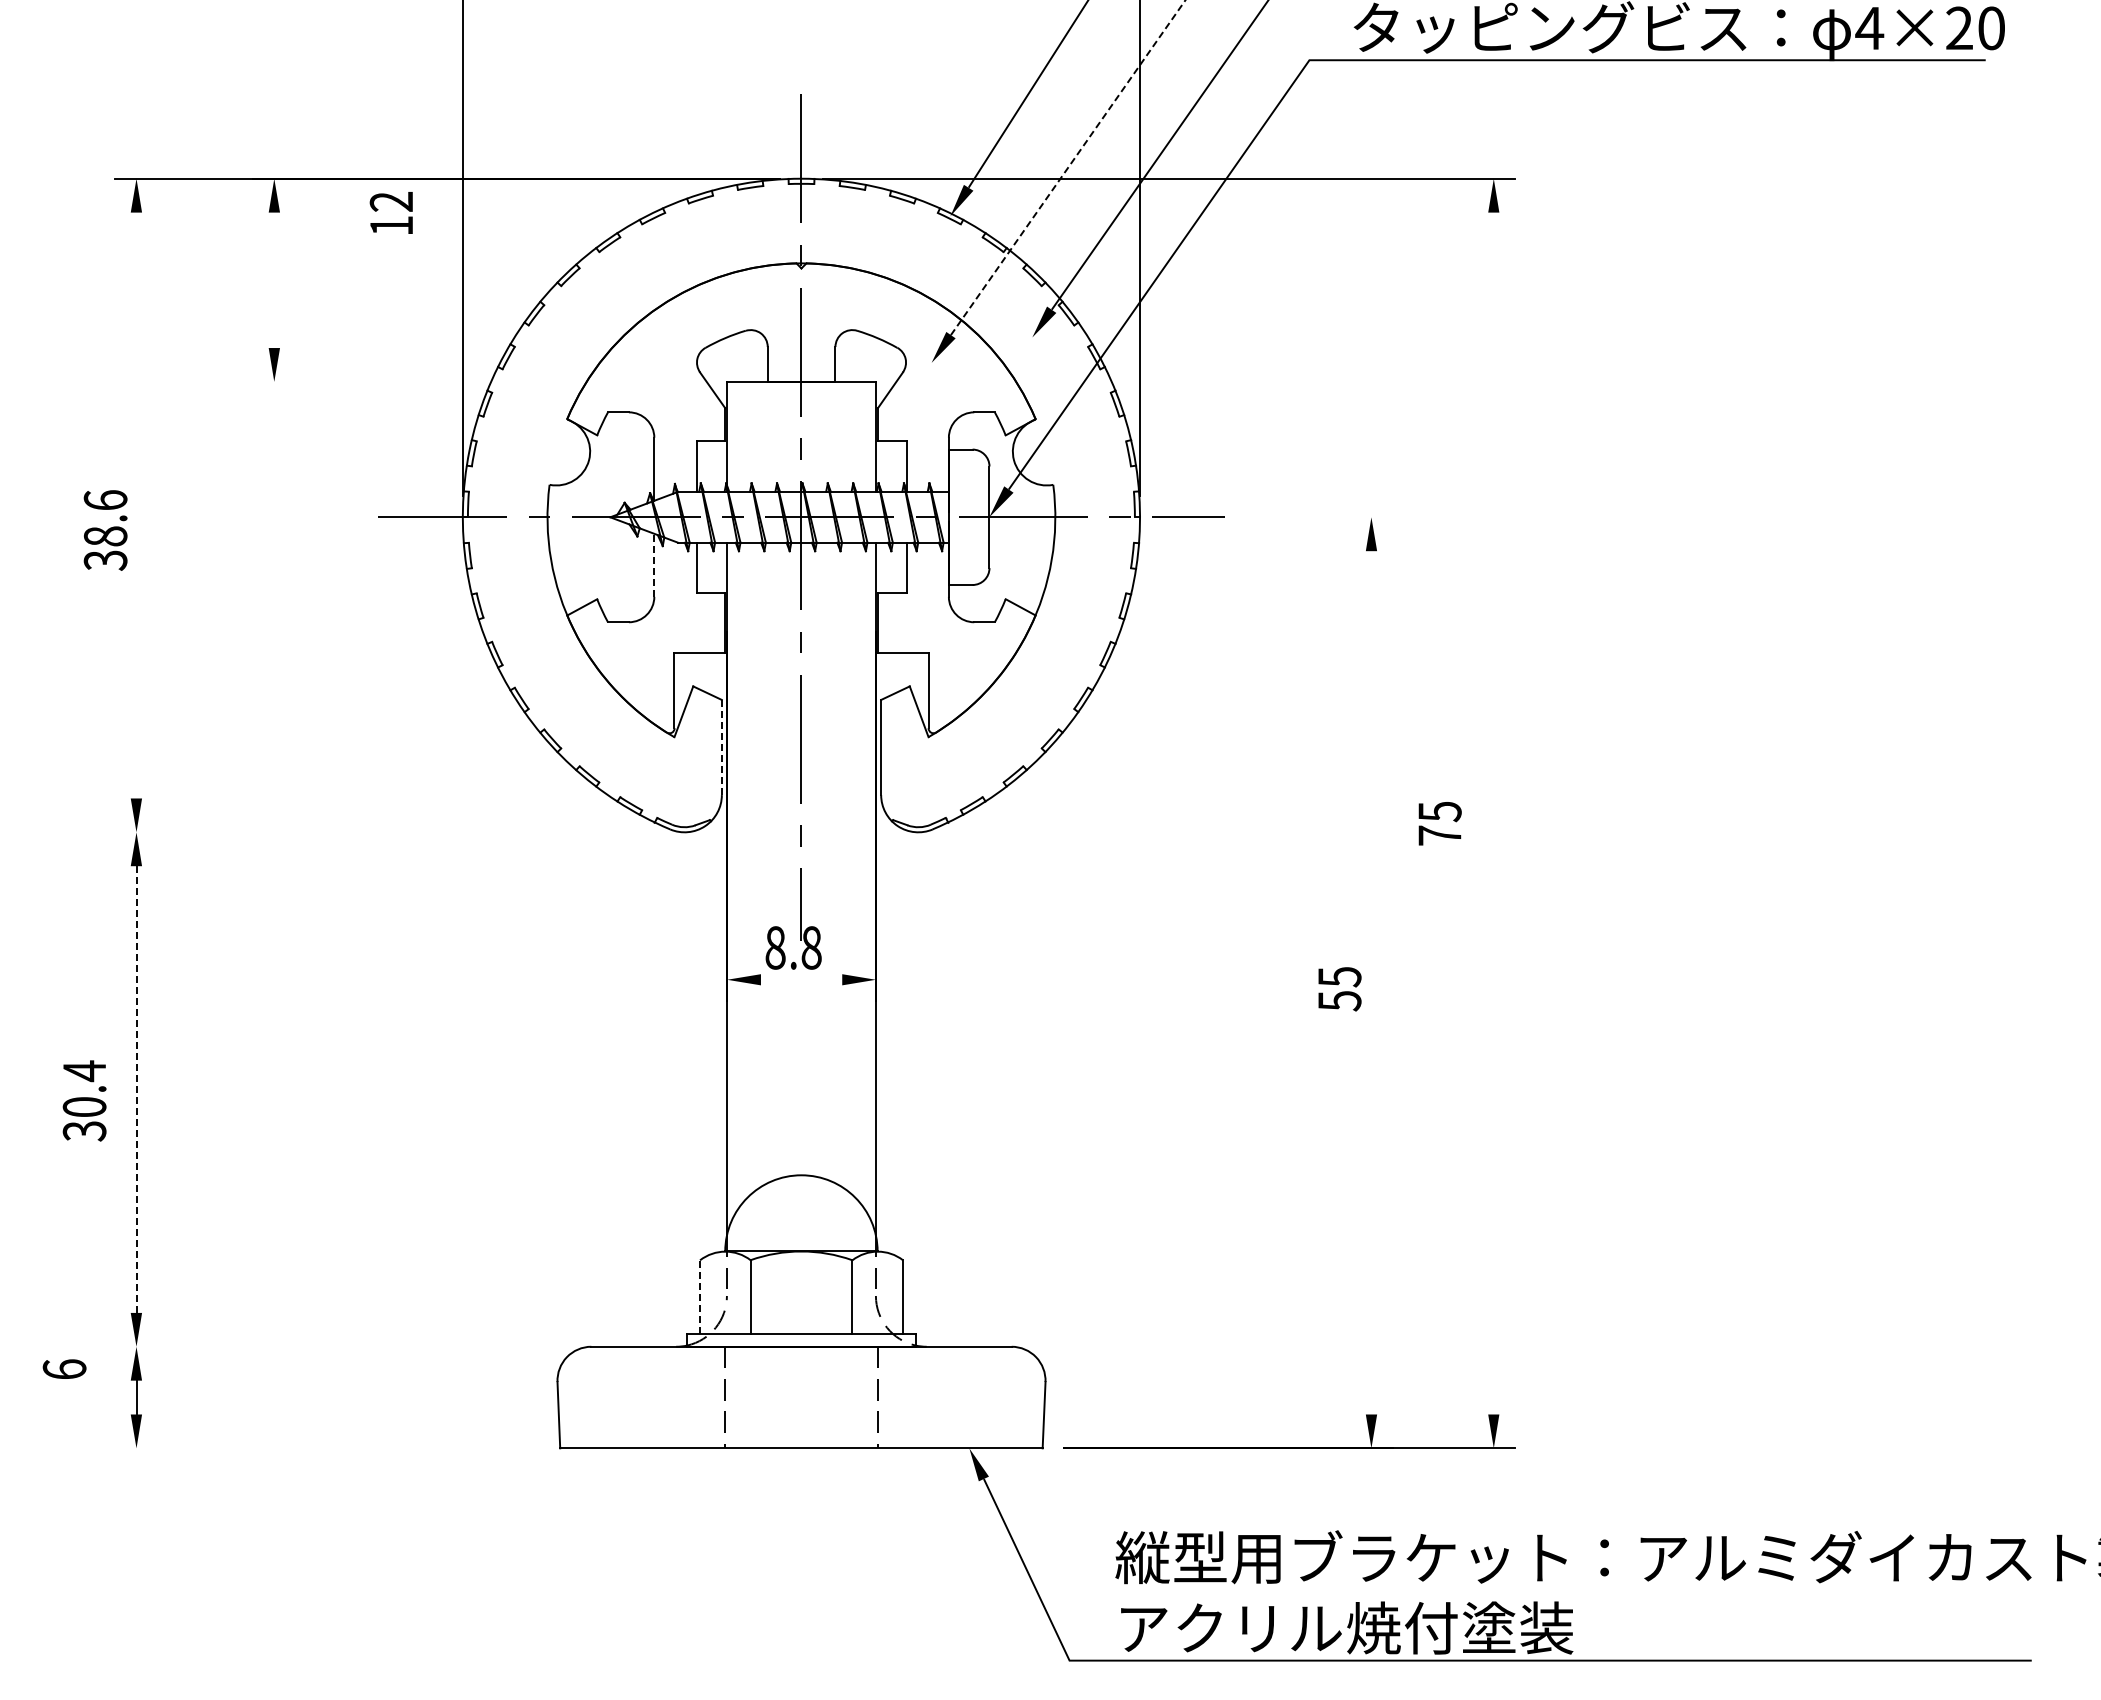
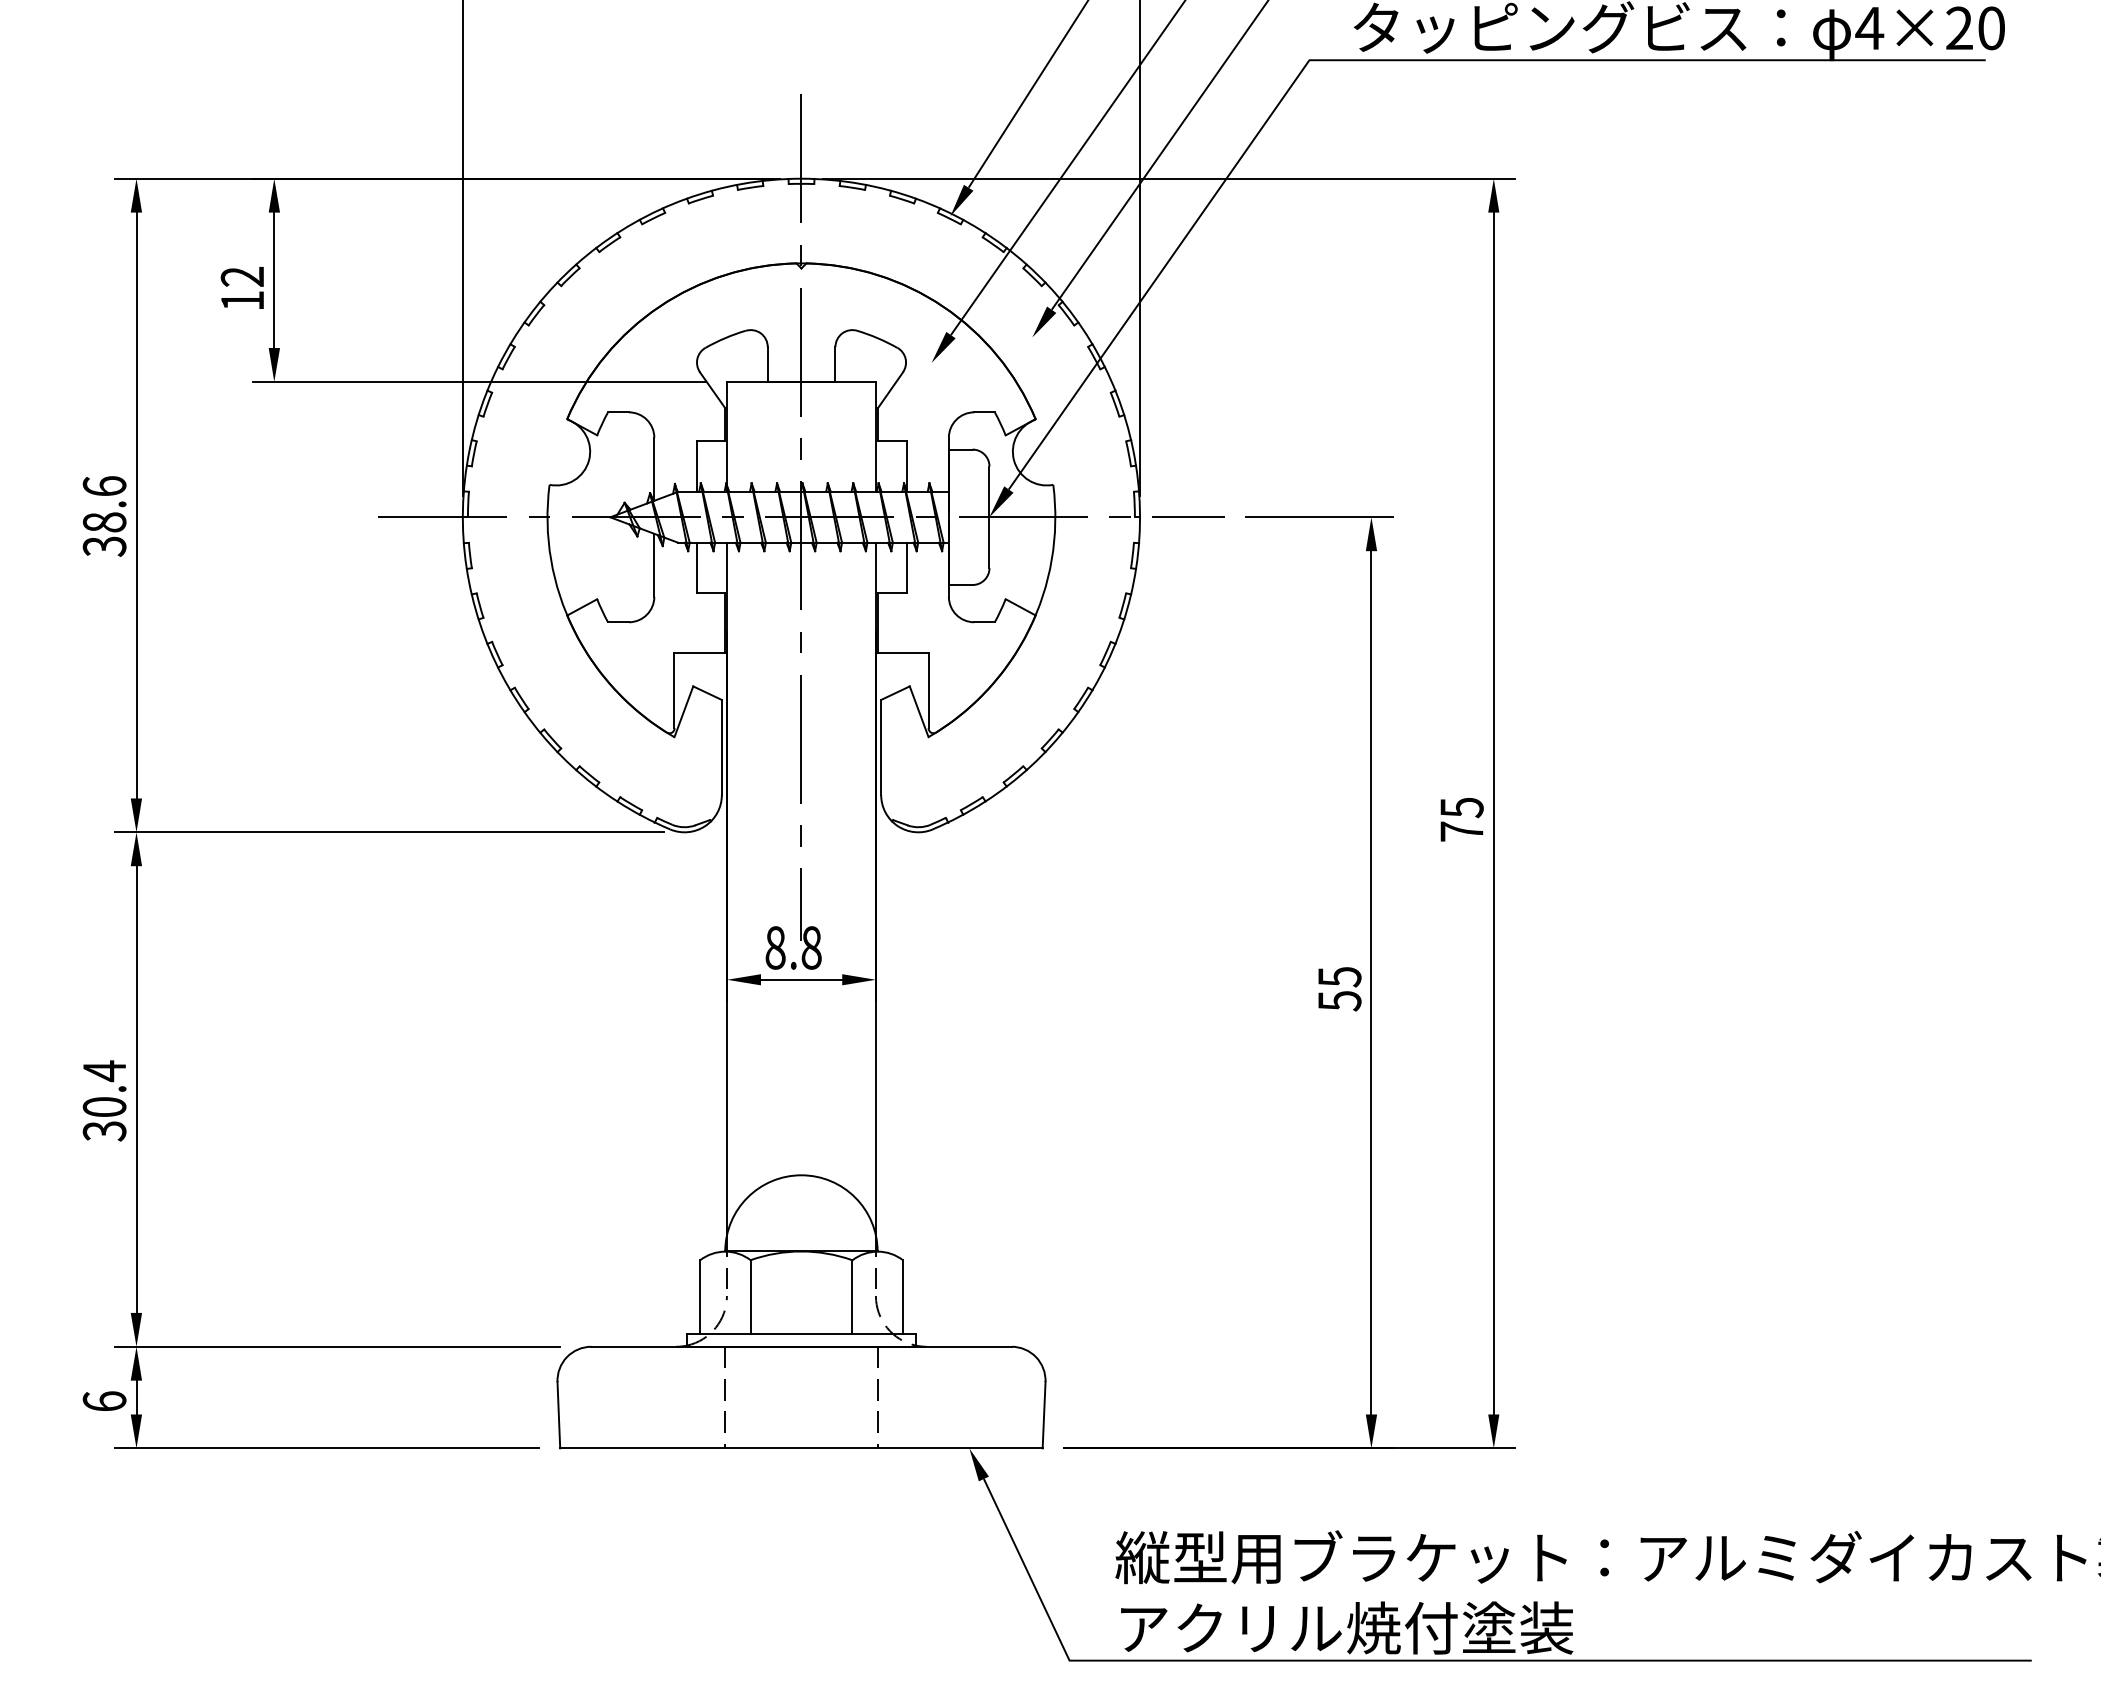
line at (1068, 167): dashed -> solid
text at (390, 212) position: (390, 212) -> (241, 287)
line at (274, 280): none -> present
line at (479, 381): none -> present
line at (136, 505): none -> present
line at (1318, 517): none -> present
text at (105, 530) position: (105, 530) -> (104, 516)
line at (654, 565): dashed -> solid
line at (721, 747): dashed -> solid
line at (1493, 813): none -> present
text at (1439, 823) position: (1439, 823) -> (1461, 819)
line at (389, 832): none -> present
line at (801, 979): none -> present
line at (1371, 982): none -> present
line at (136, 1090): dashed -> solid
text at (84, 1100) position: (84, 1100) -> (104, 1100)
line at (700, 1297): dashed -> solid
line at (337, 1346): none -> present
text at (64, 1368) position: (64, 1368) -> (104, 1400)
line at (327, 1448): none -> present
